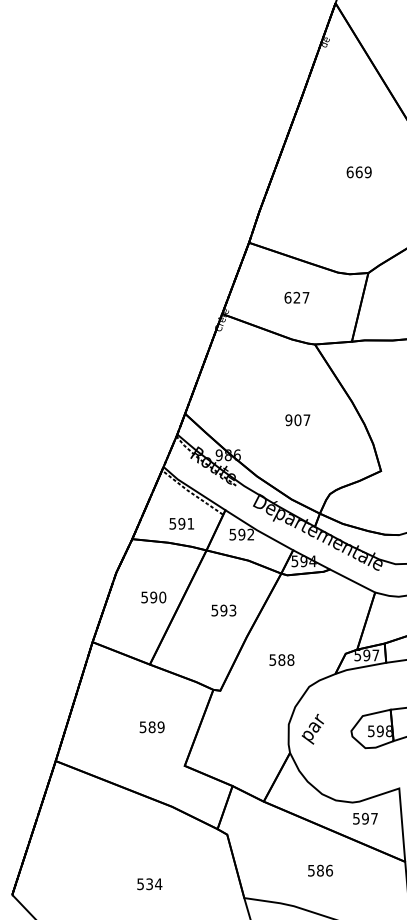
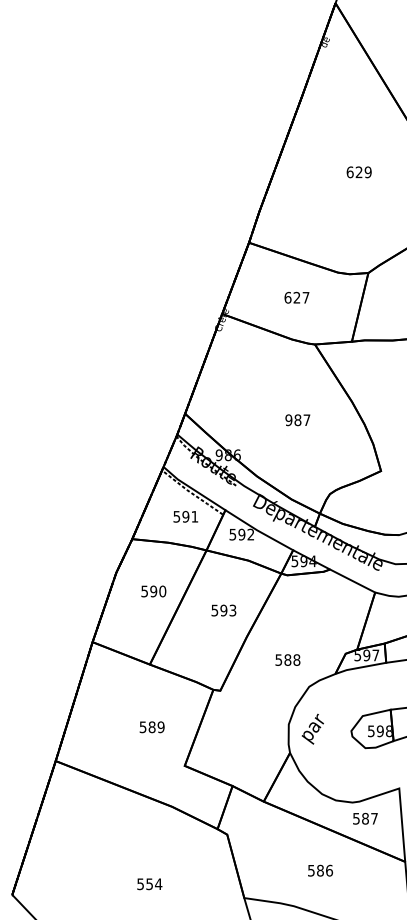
text at (358, 172): 669 -> 629
text at (297, 419): 907 -> 987
text at (181, 523) position: (181, 523) -> (185, 516)
text at (153, 597) position: (153, 597) -> (153, 591)
text at (281, 659) position: (281, 659) -> (287, 659)
text at (365, 818): 597 -> 587
text at (149, 883): 534 -> 554
